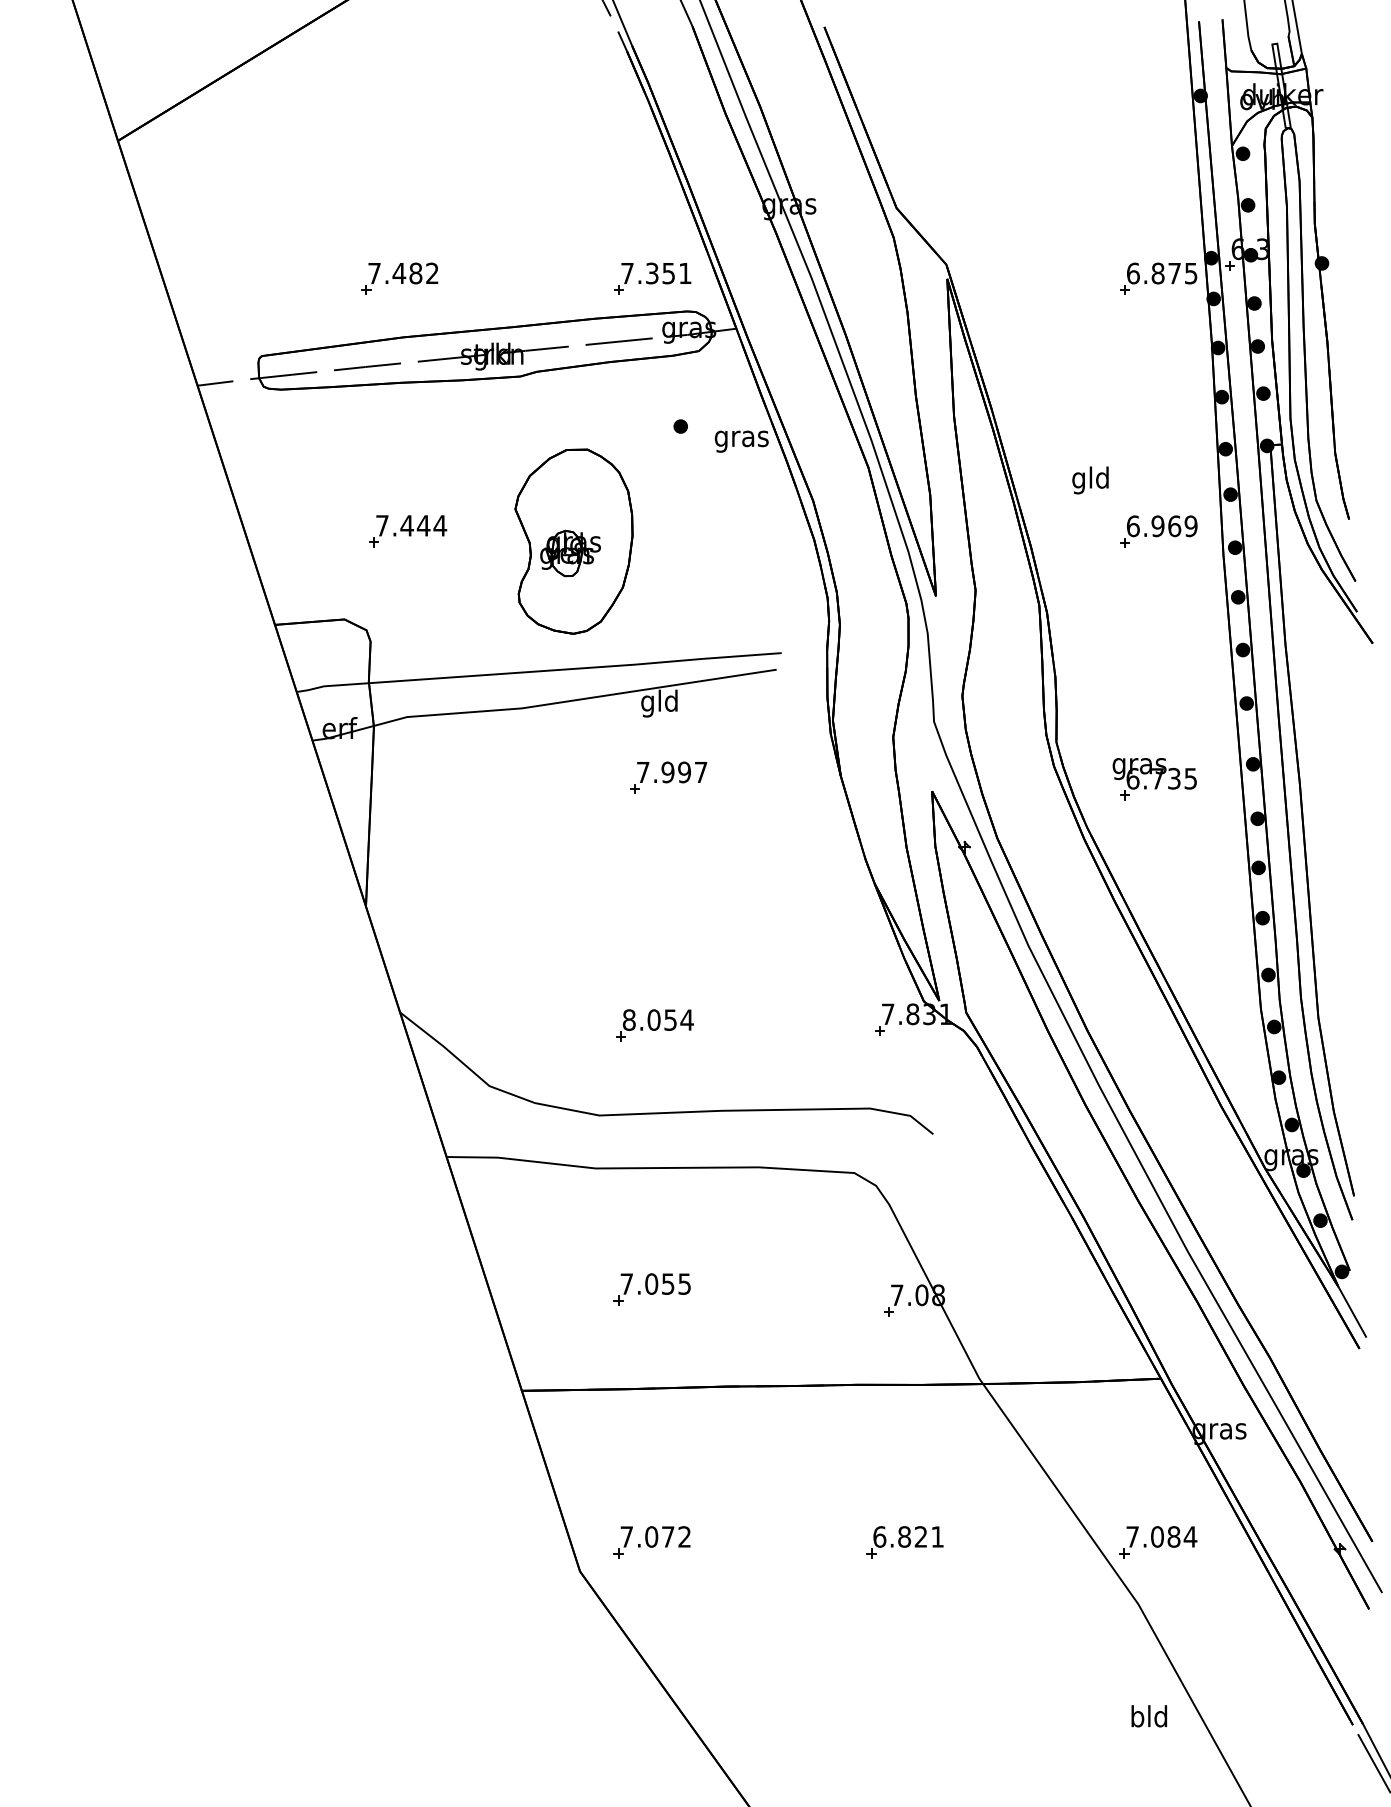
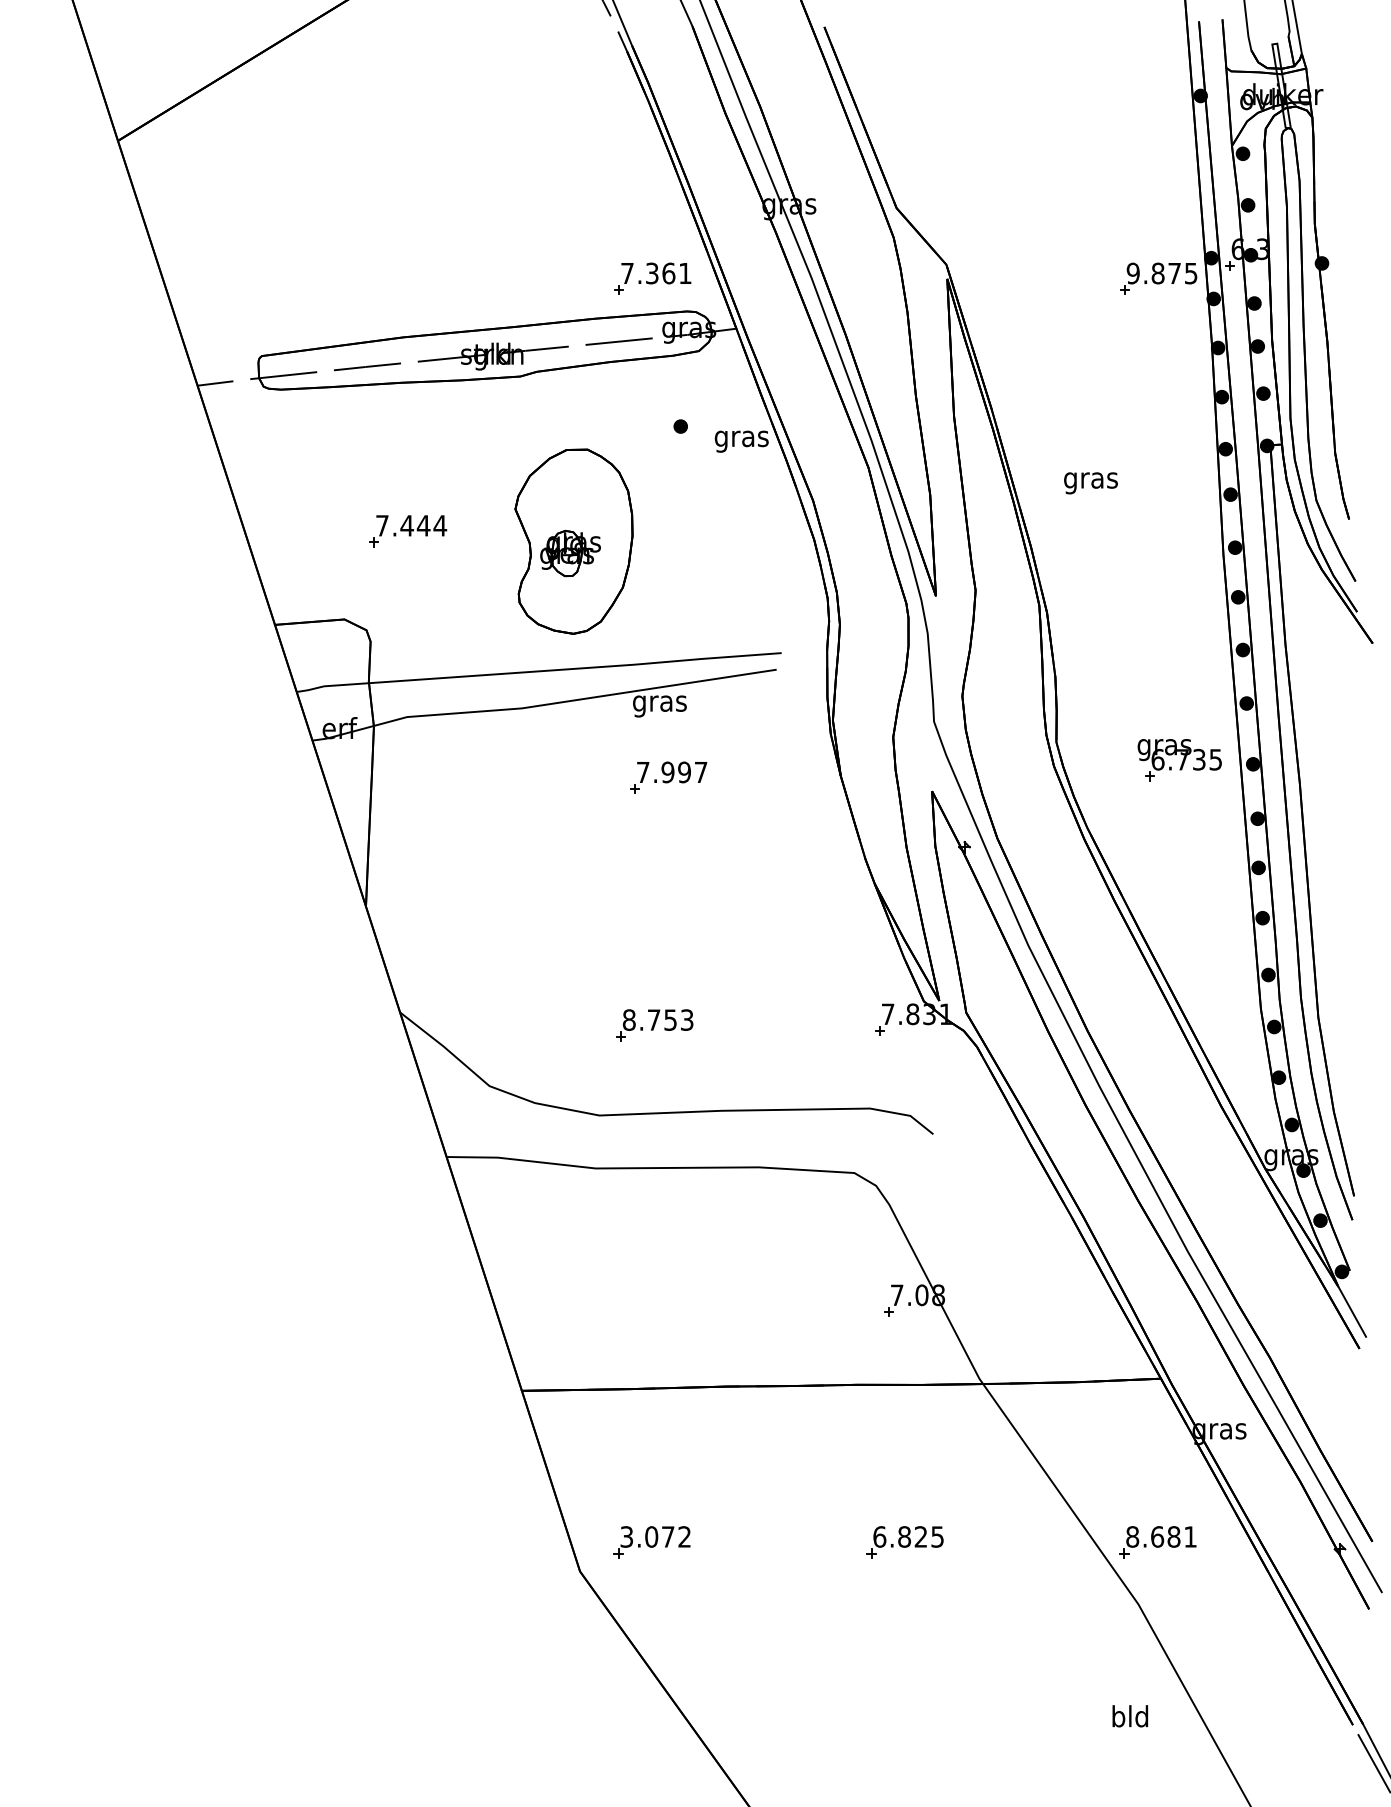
text at (668, 273): 7.351 -> 7.361
text at (1132, 273): 6.875 -> 9.875
part at (399, 278): present -> none
text at (1090, 480): gld -> gras
part at (1158, 531): present -> none
text at (659, 703): gld -> gras
part at (1154, 779) position: (1154, 779) -> (1179, 760)
text at (670, 1019): 8.054 -> 8.753
part at (651, 1289): present -> none
text at (626, 1536): 7.072 -> 3.072
text at (937, 1536): 6.821 -> 6.825
text at (1161, 1536): 7.084 -> 8.681
text at (1149, 1716) position: (1149, 1716) -> (1130, 1716)
